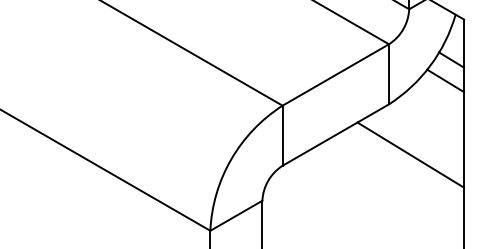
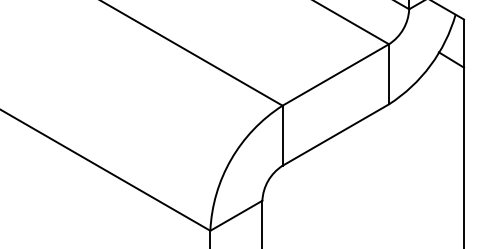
line at (445, 80): present -> none
line at (410, 154): present -> none
